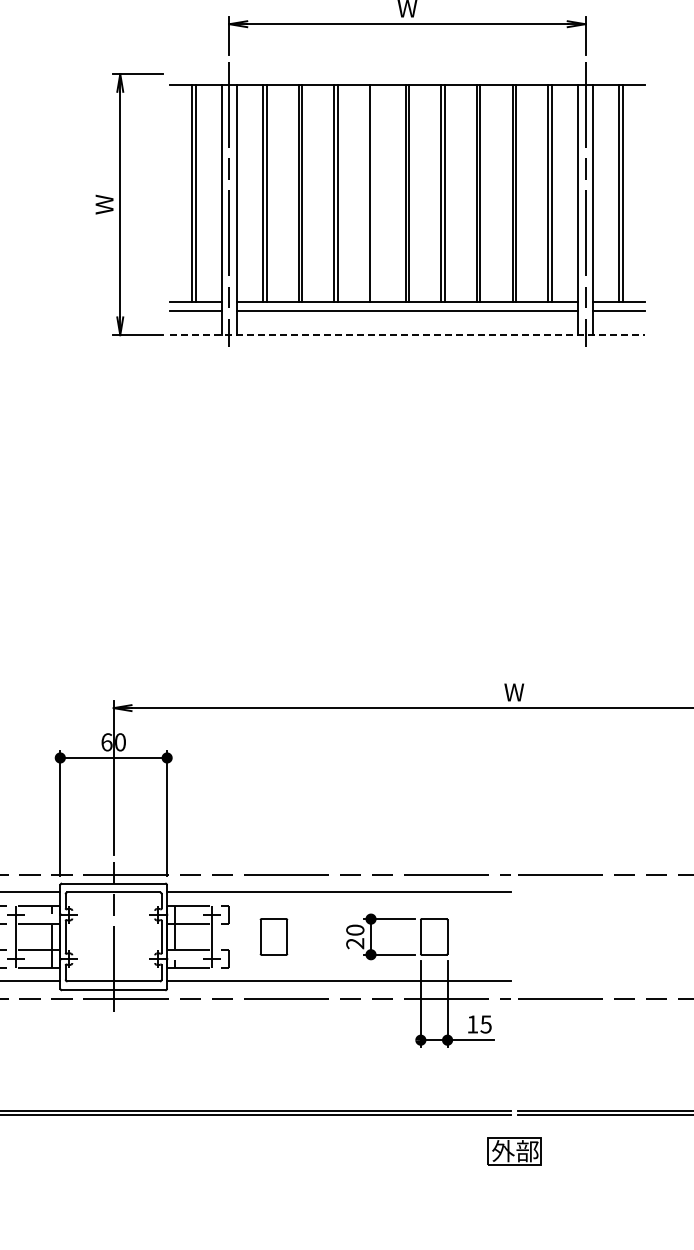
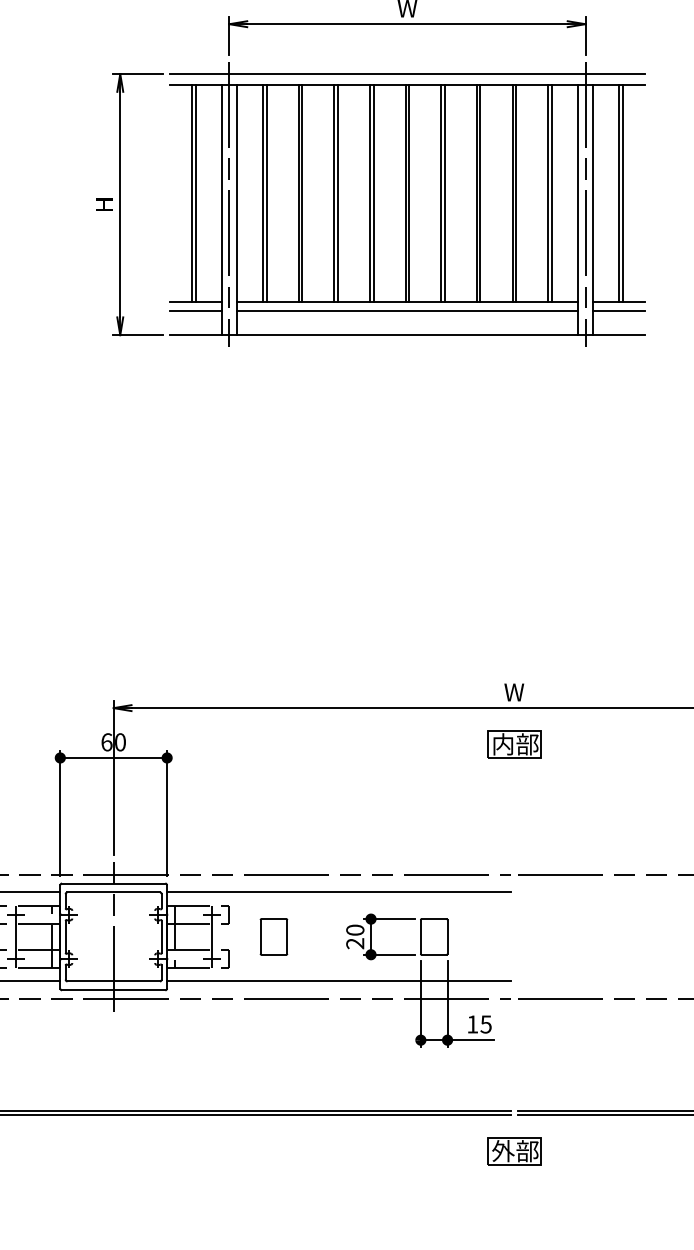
line at (407, 74): none -> present
line at (373, 192): none -> present
text at (104, 204): W -> H
line at (407, 335): dashed -> solid
part at (514, 744): none -> present
